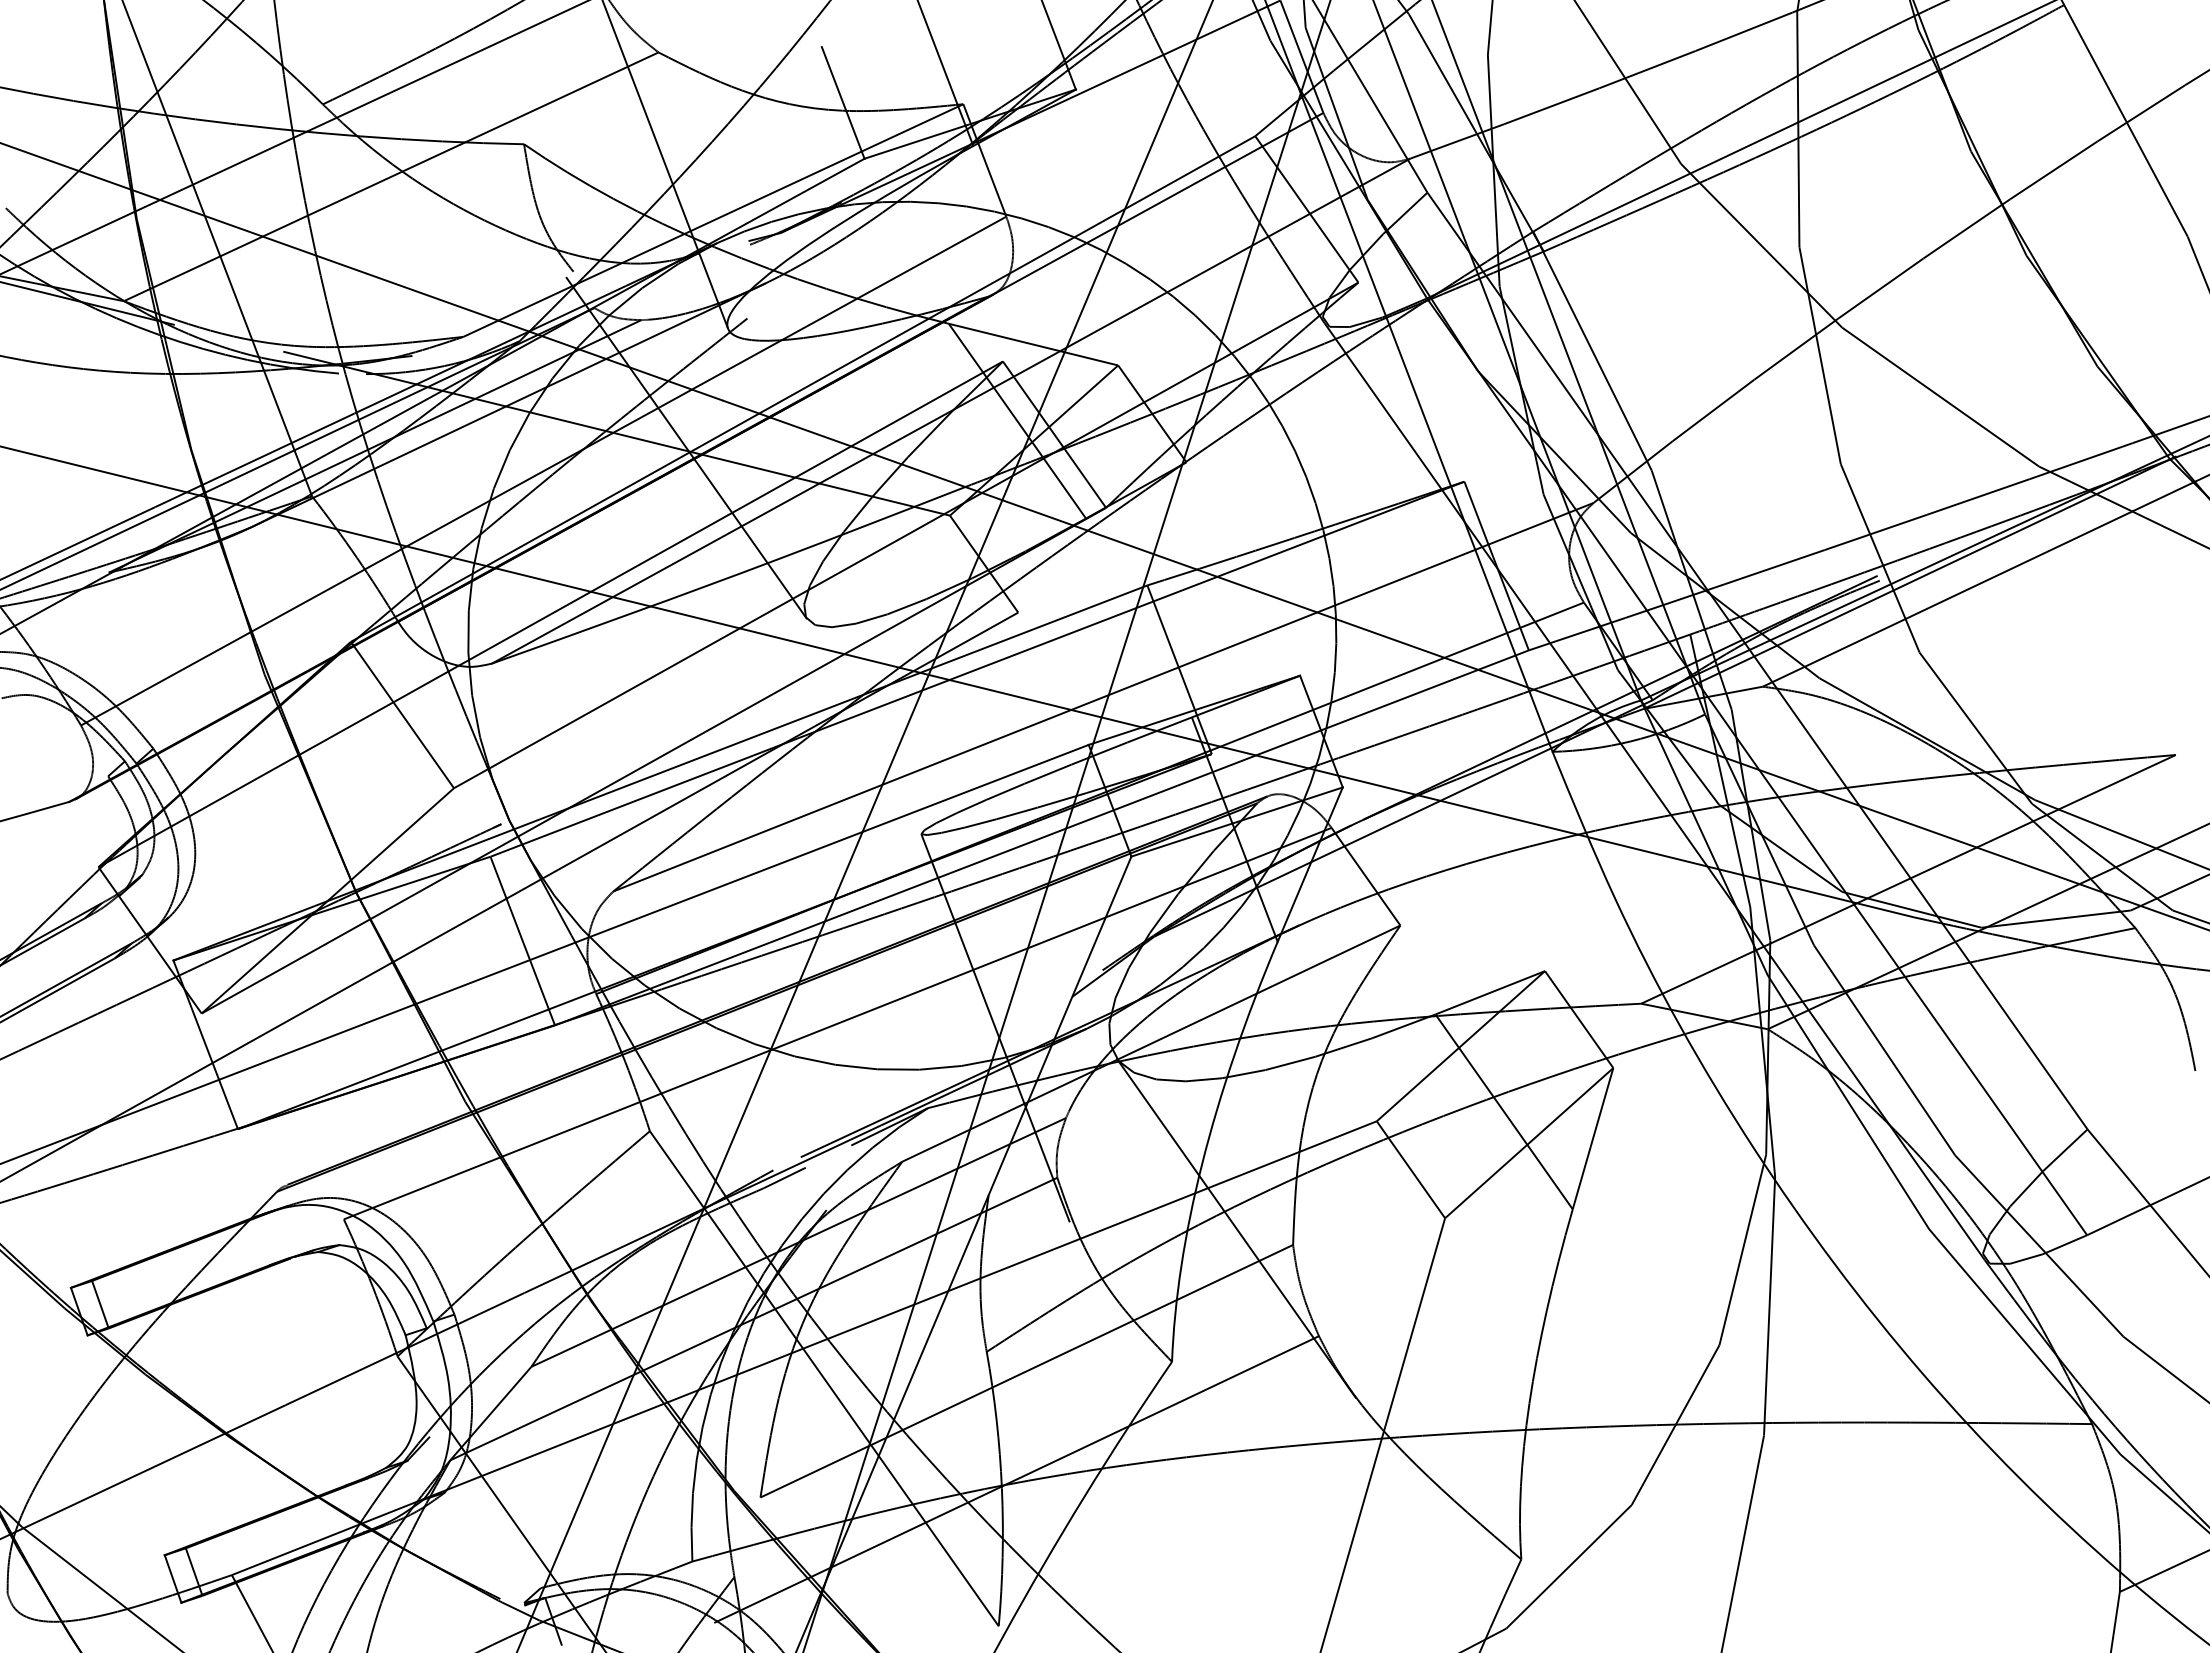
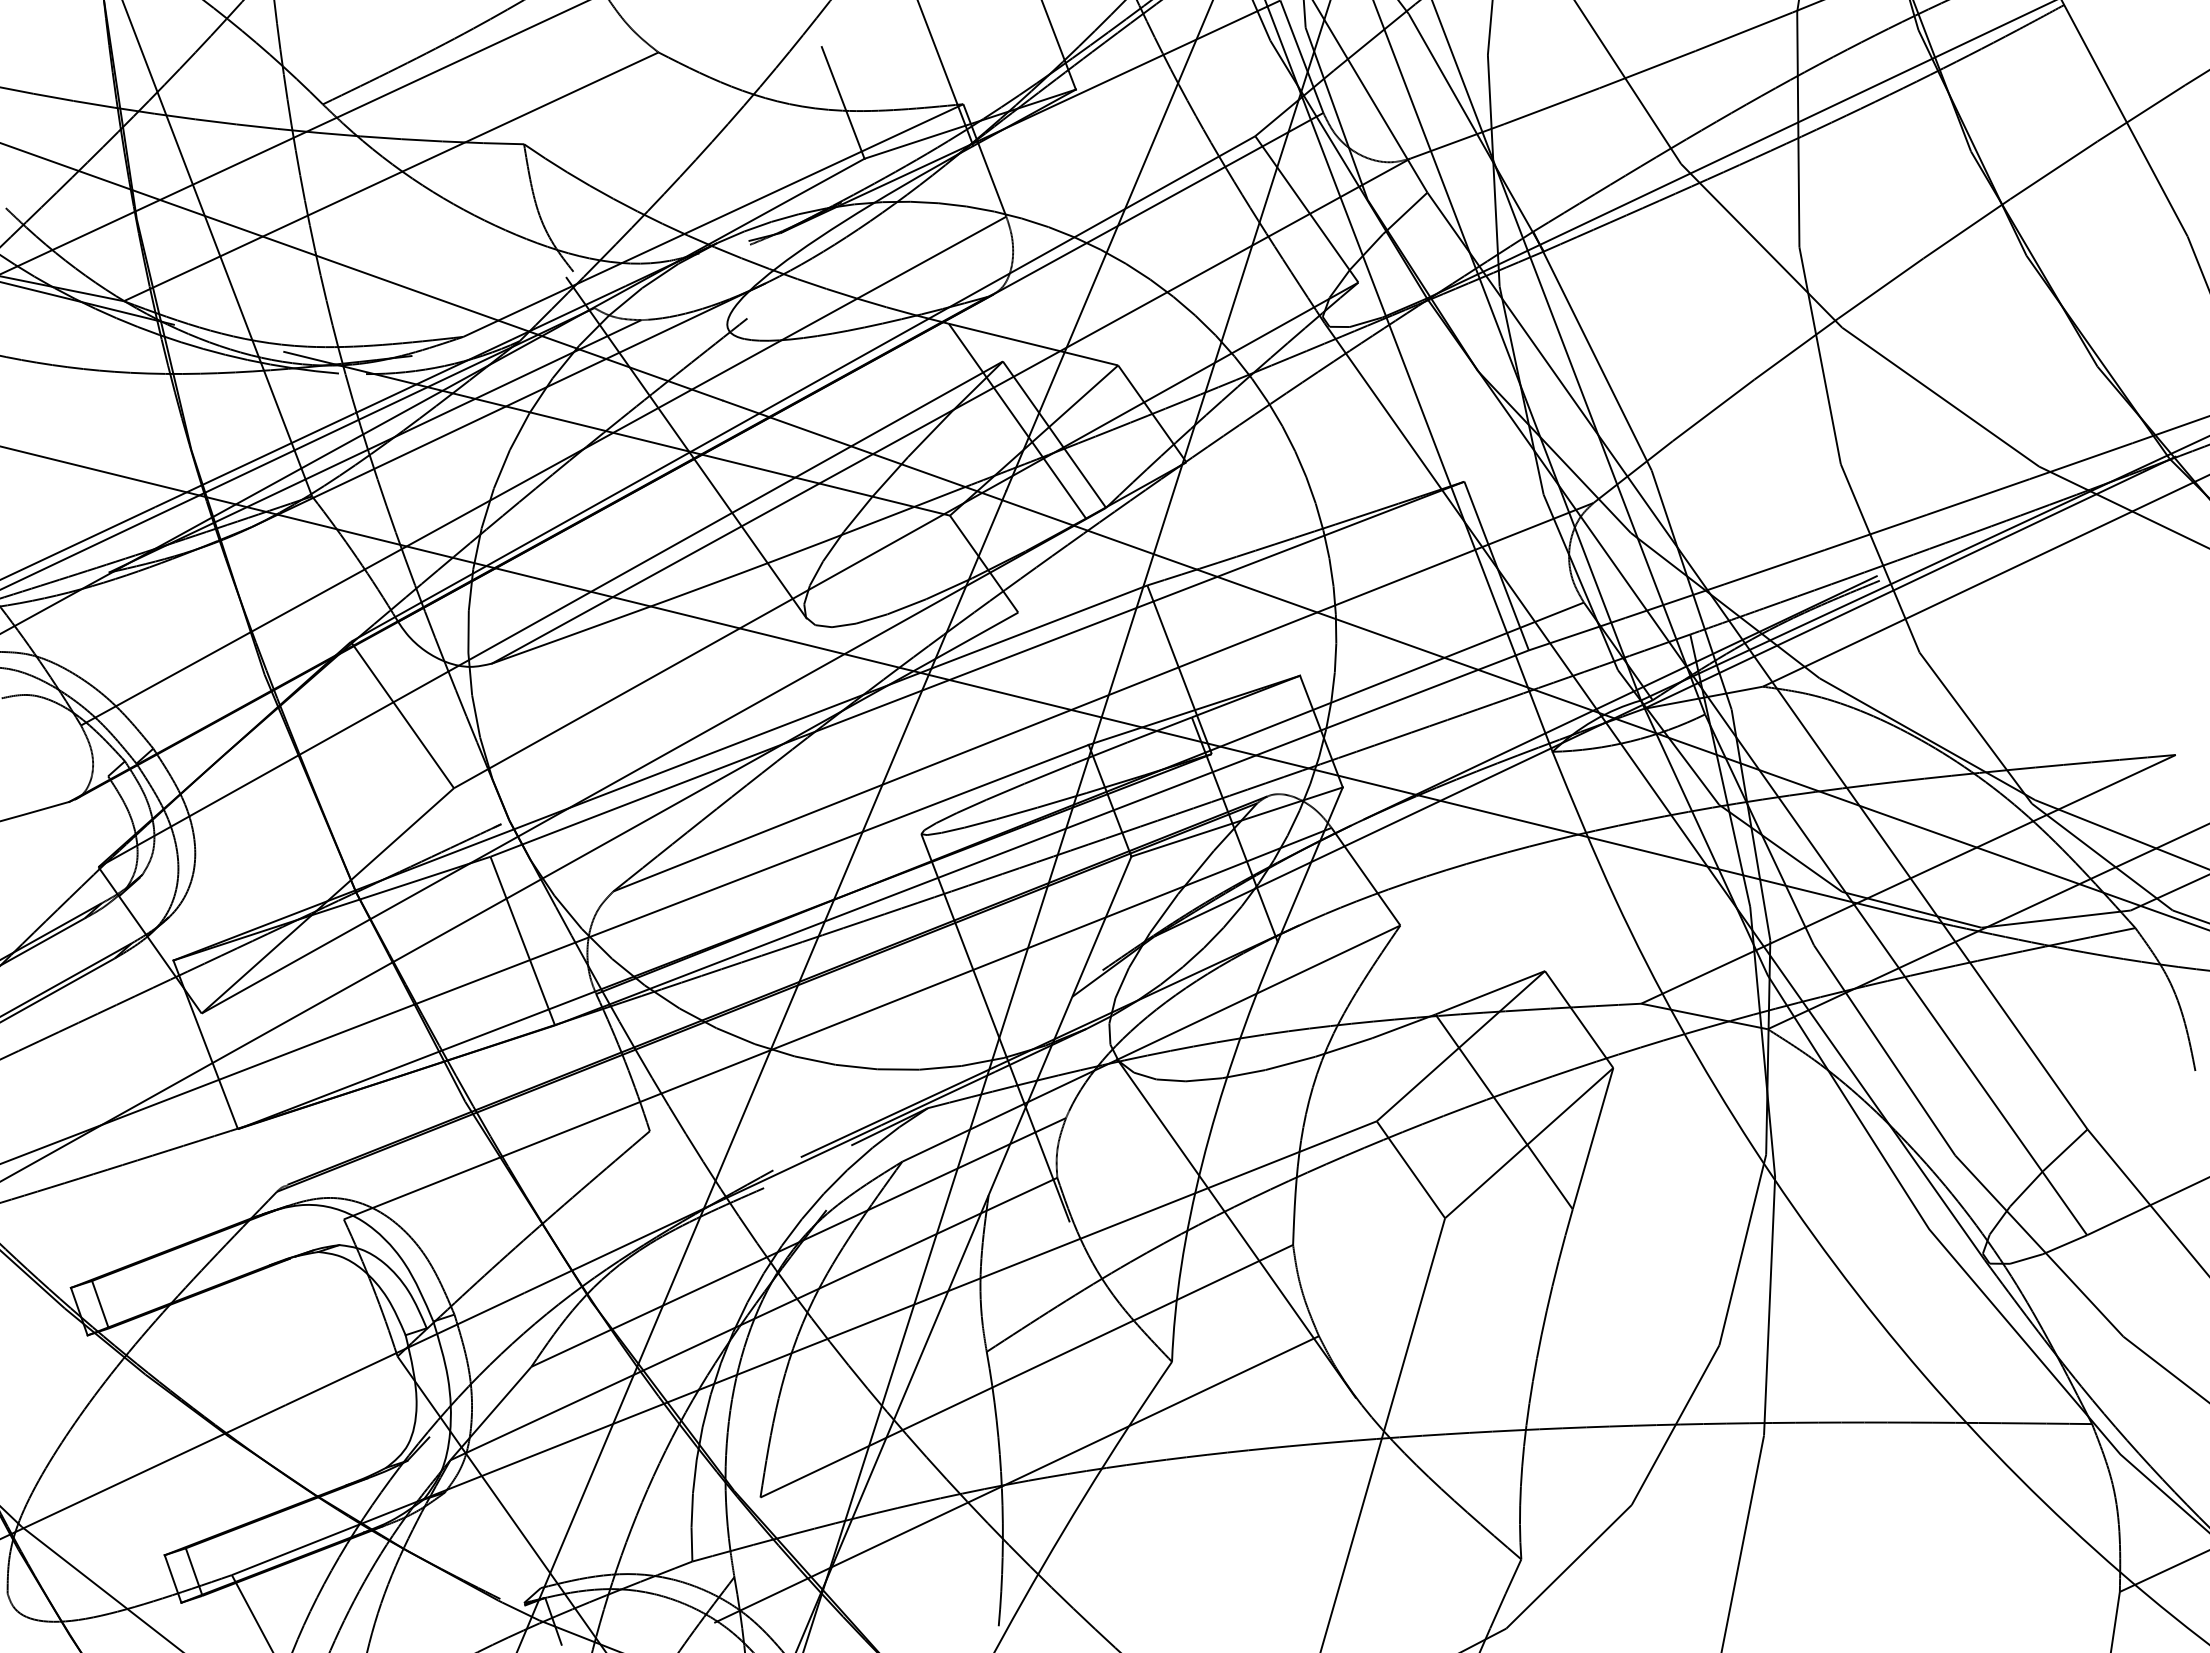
line at (665, 165): present -> none
line at (784, 1177): present -> none
line at (823, 1378): present -> none
